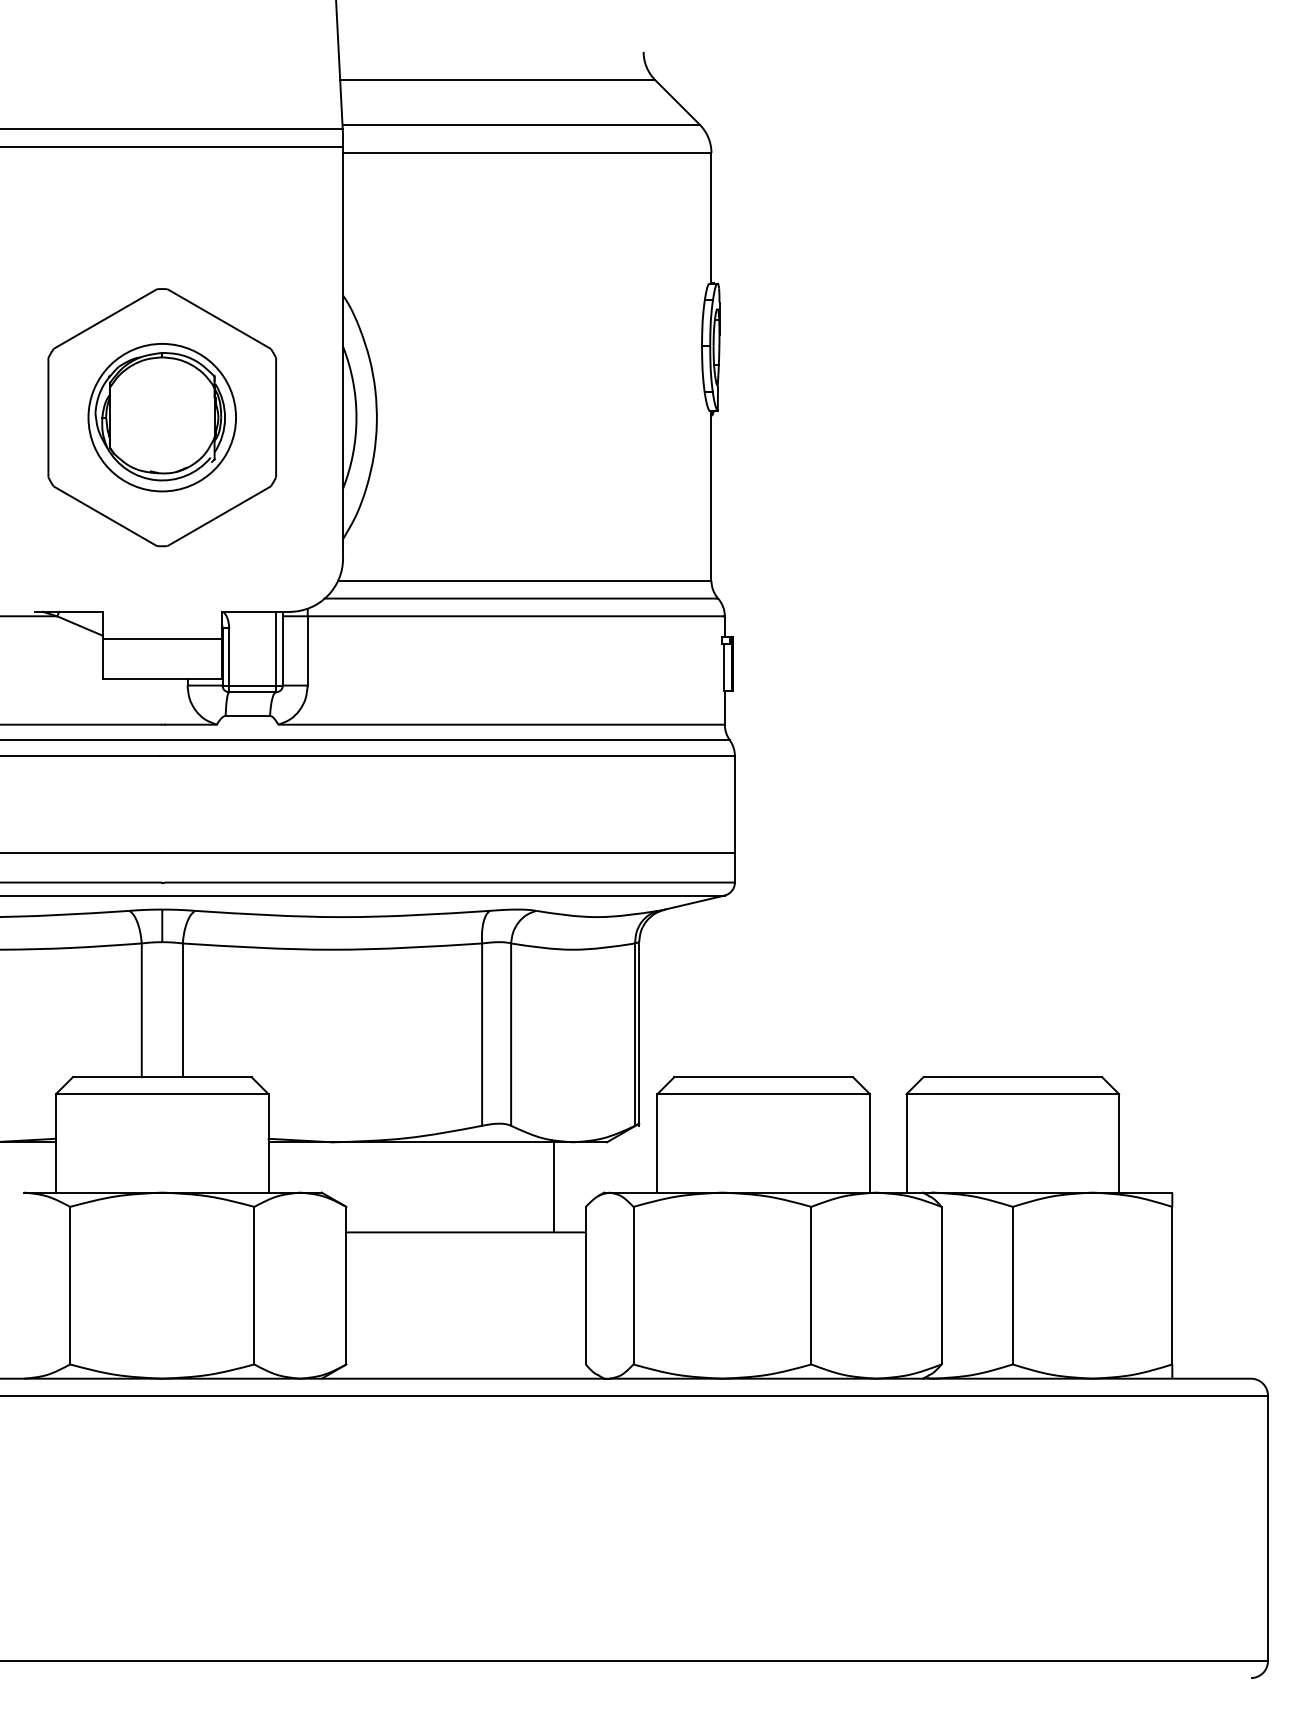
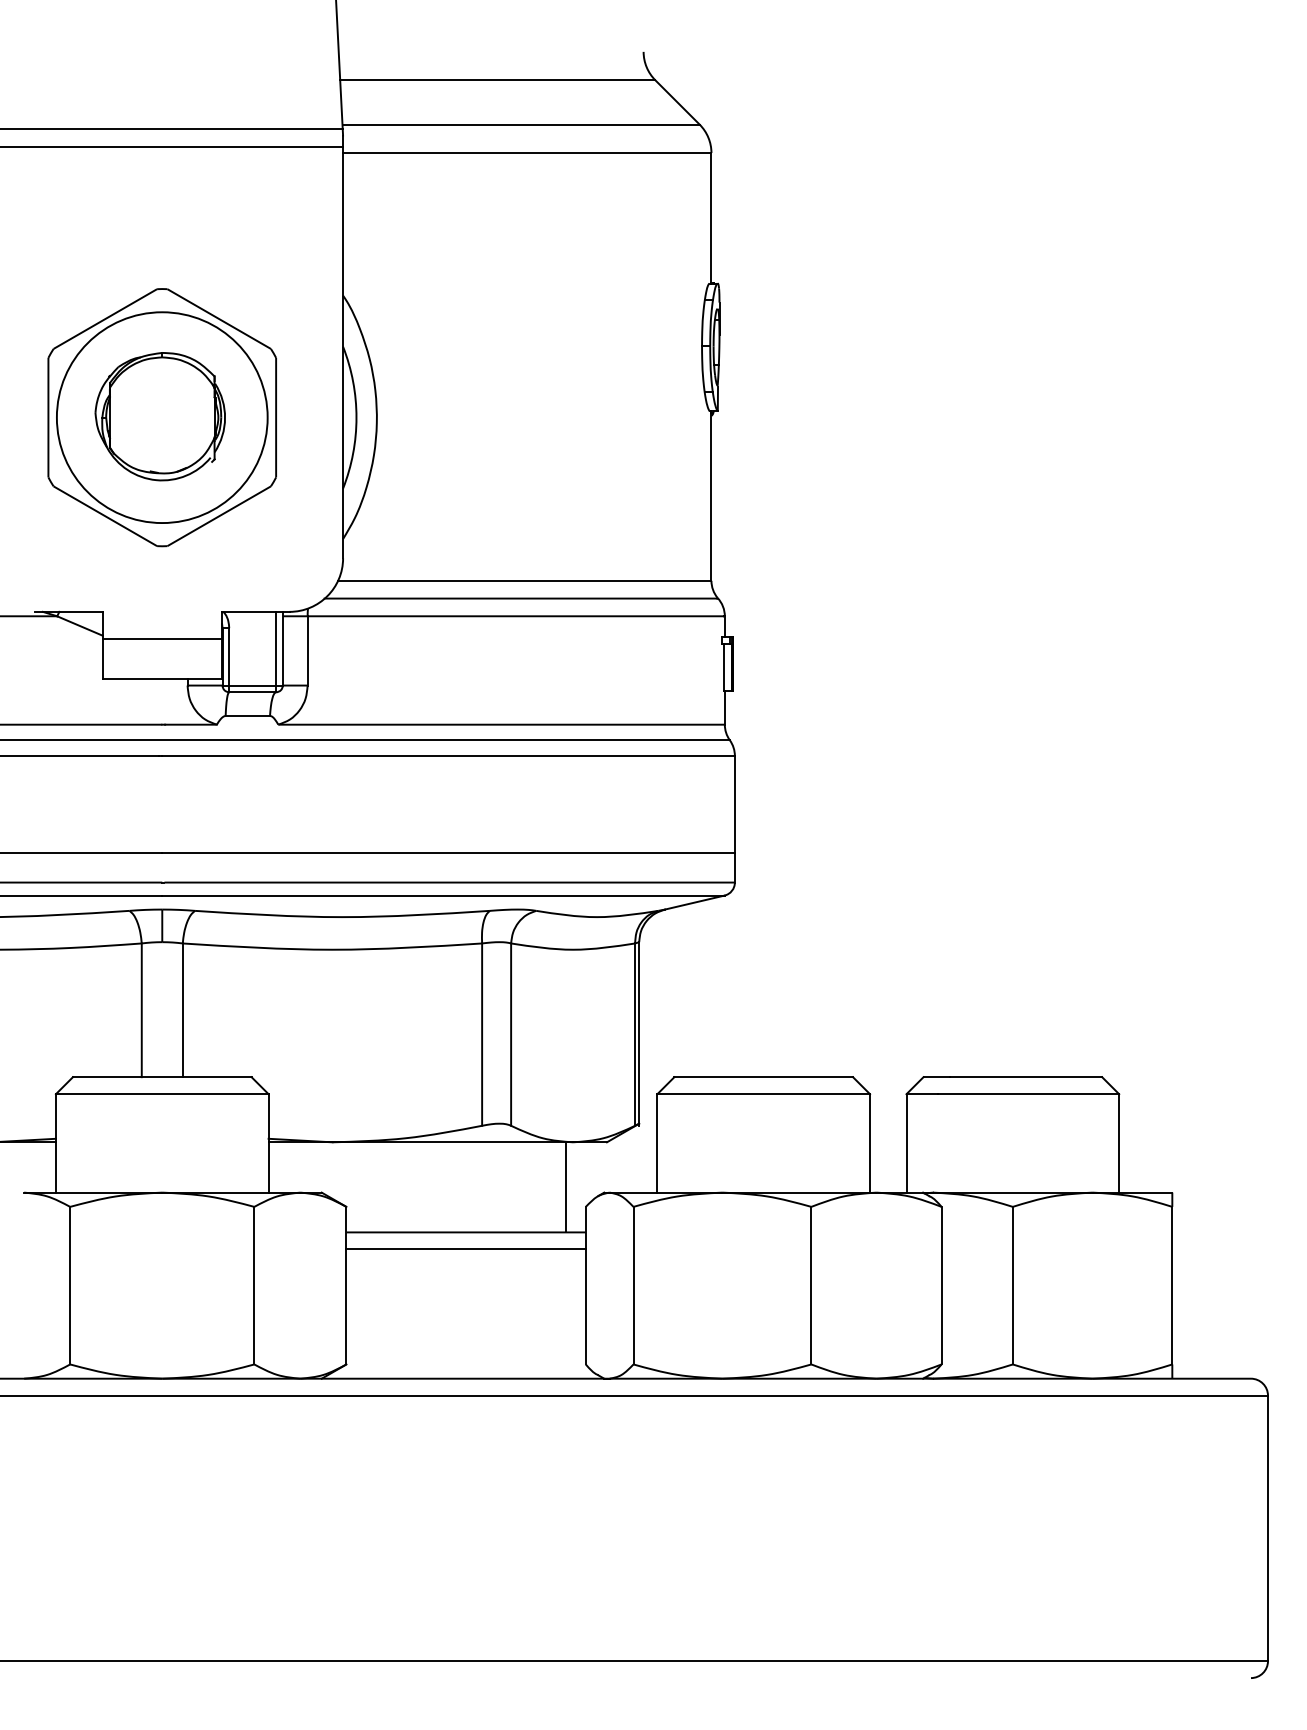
circle at (162, 417) diameter: 148 px -> 211 px
line at (554, 1187) position: (554, 1187) -> (566, 1187)
line at (465, 1249): none -> present
